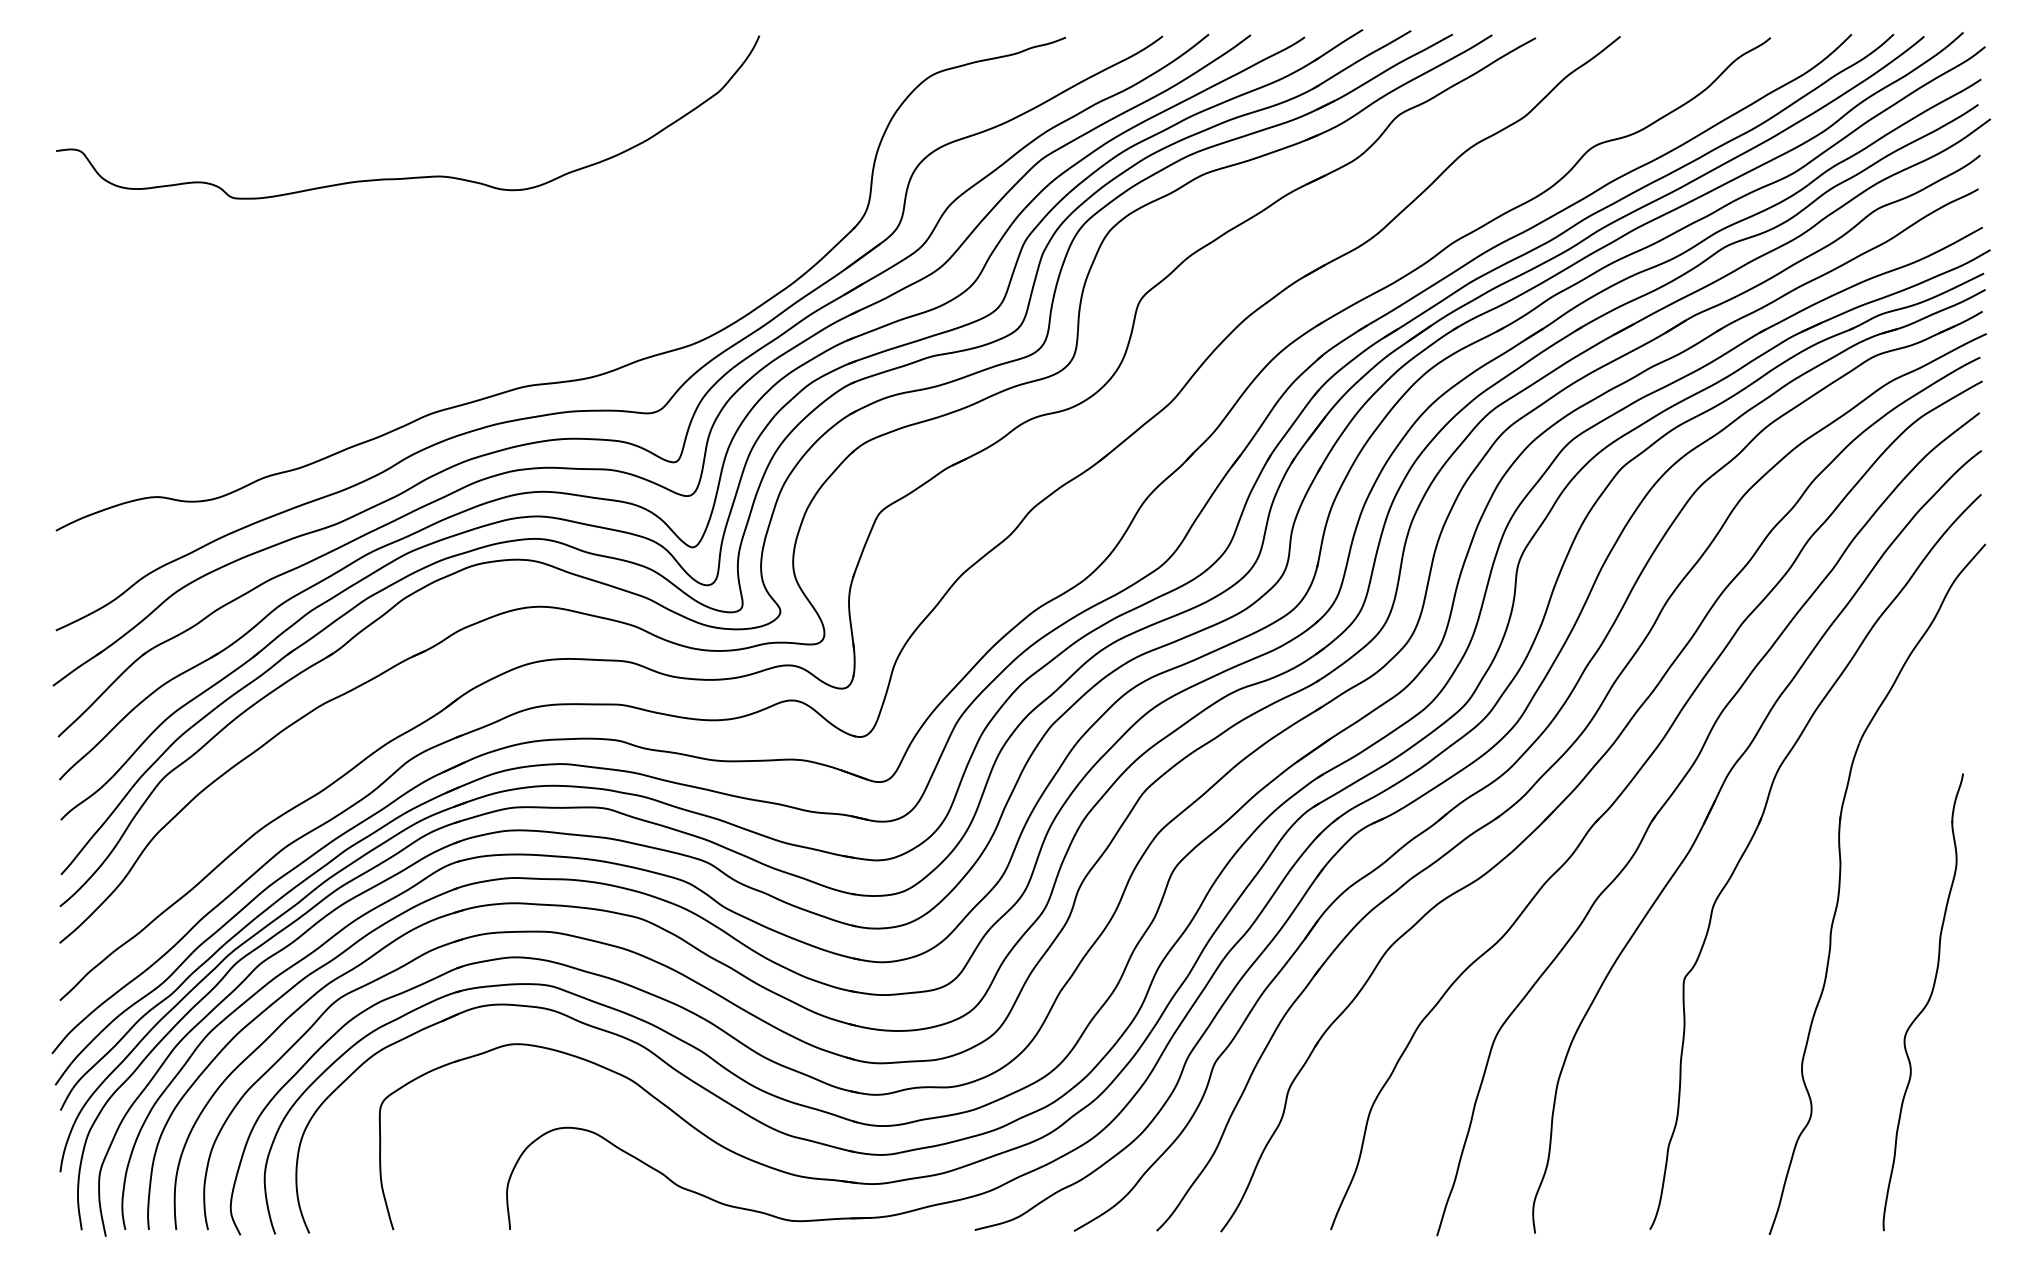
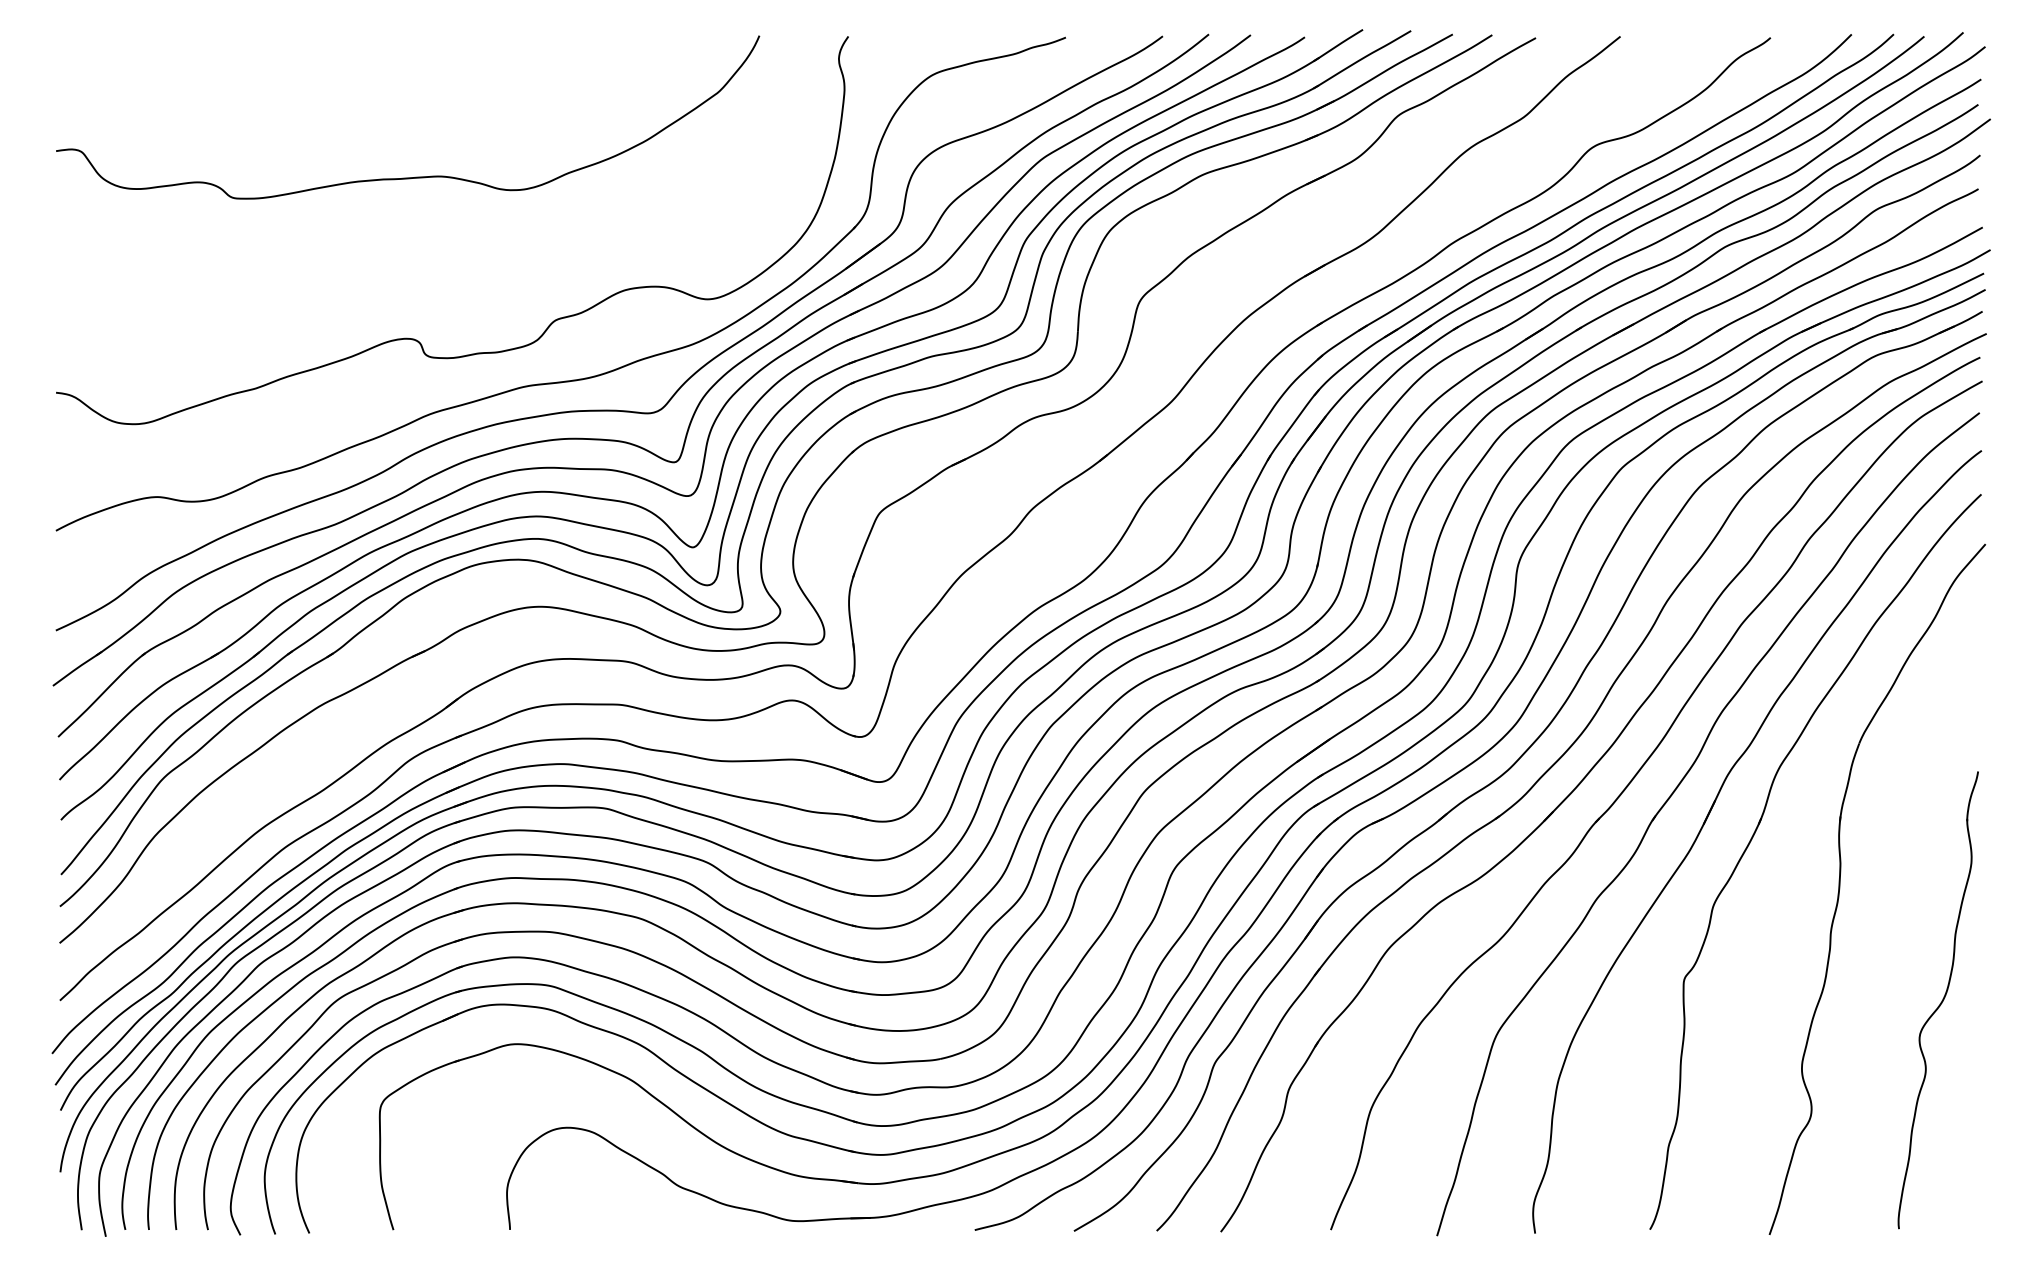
curve at (414, 338): none -> present
part at (1922, 1002) position: (1922, 1002) -> (1937, 1000)
